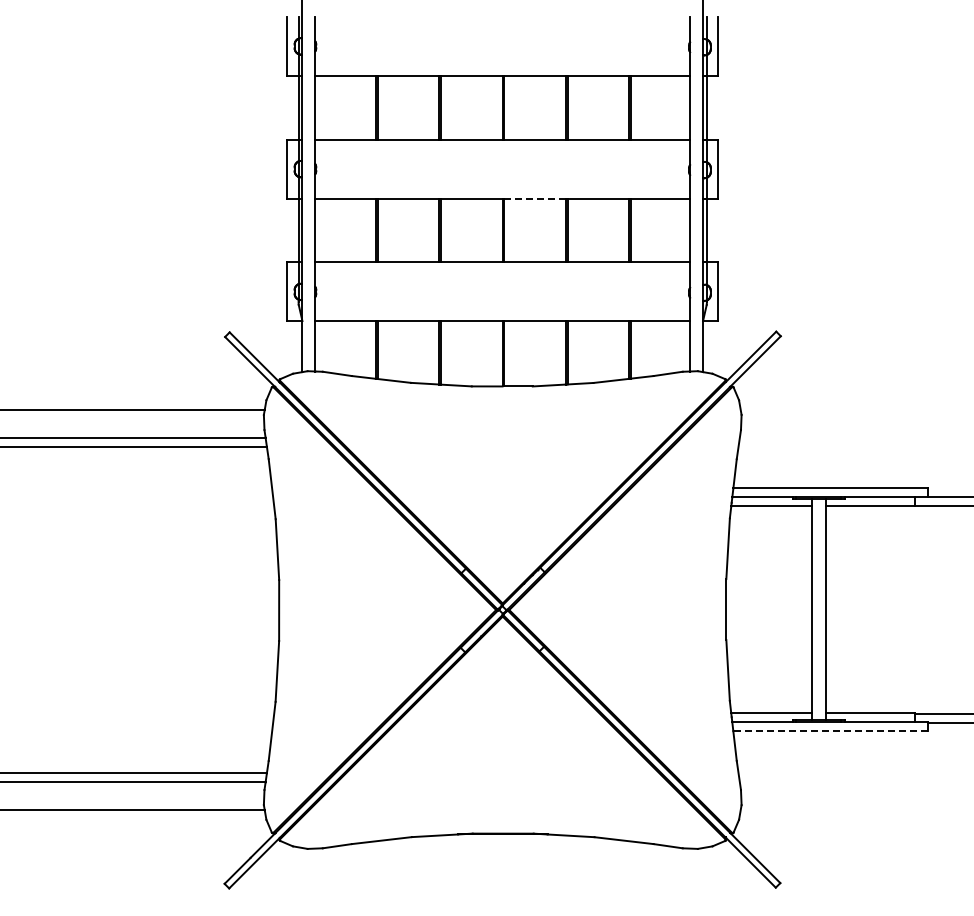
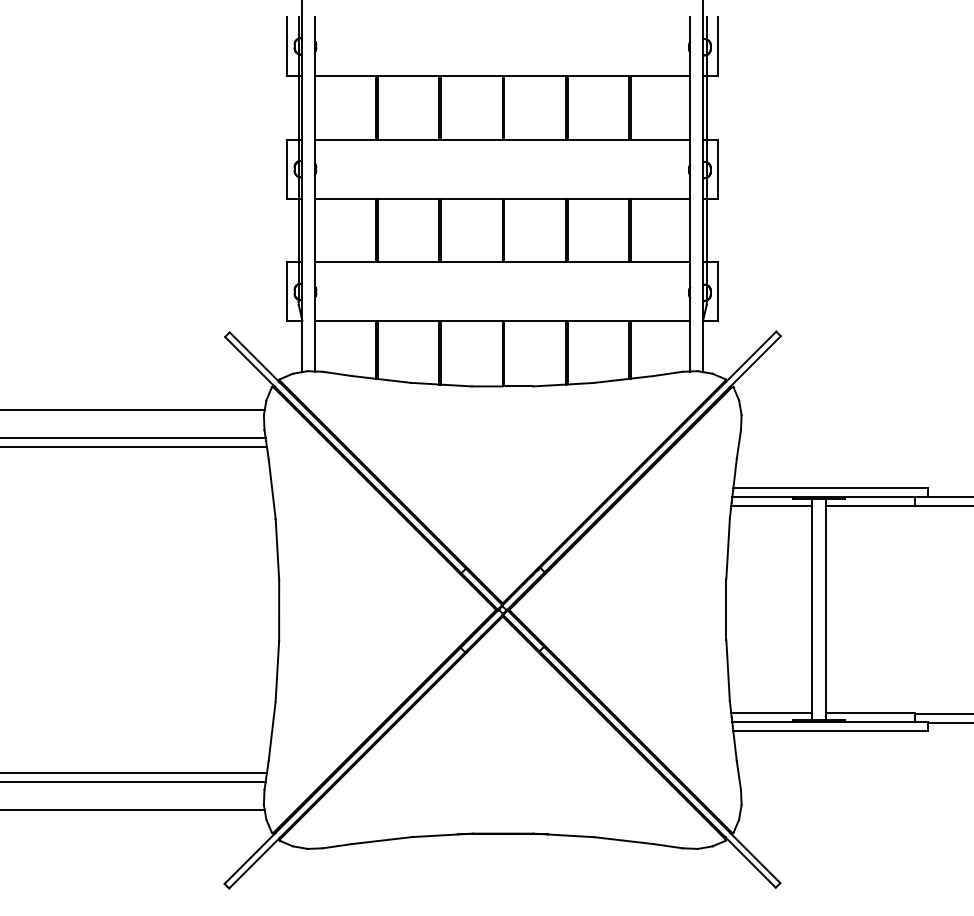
line at (535, 198): dashed -> solid
line at (830, 731): dashed -> solid
